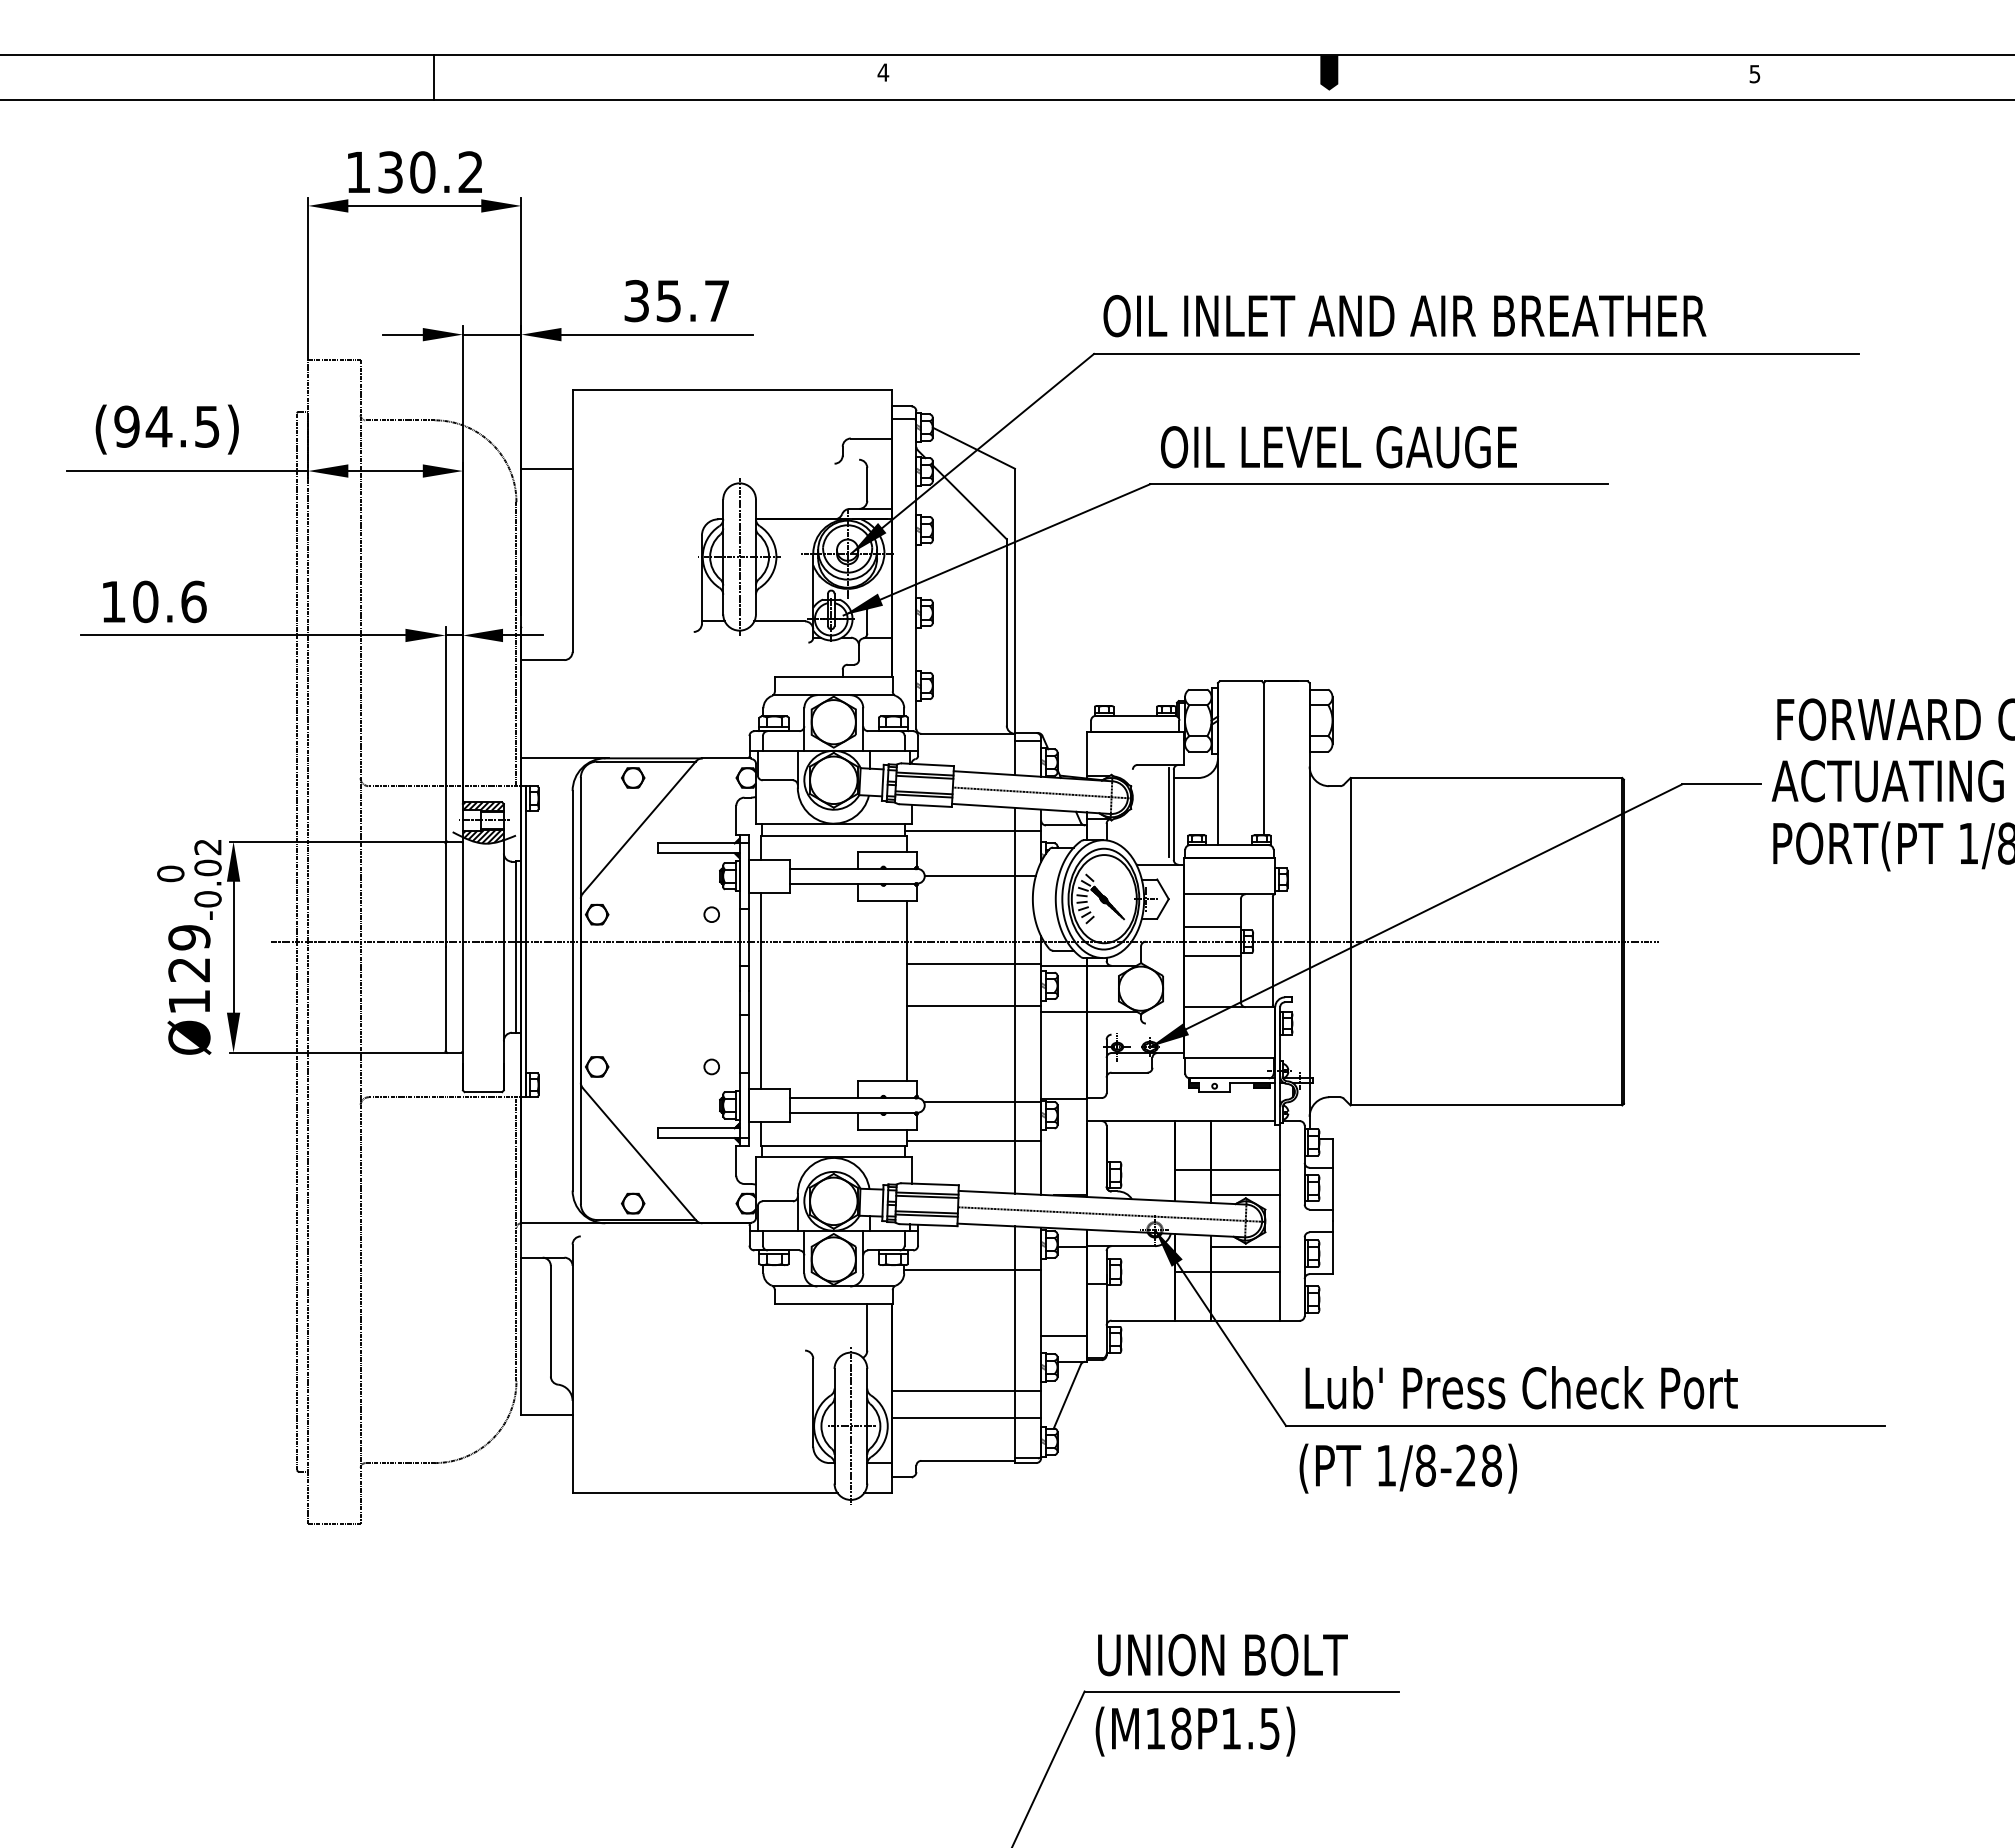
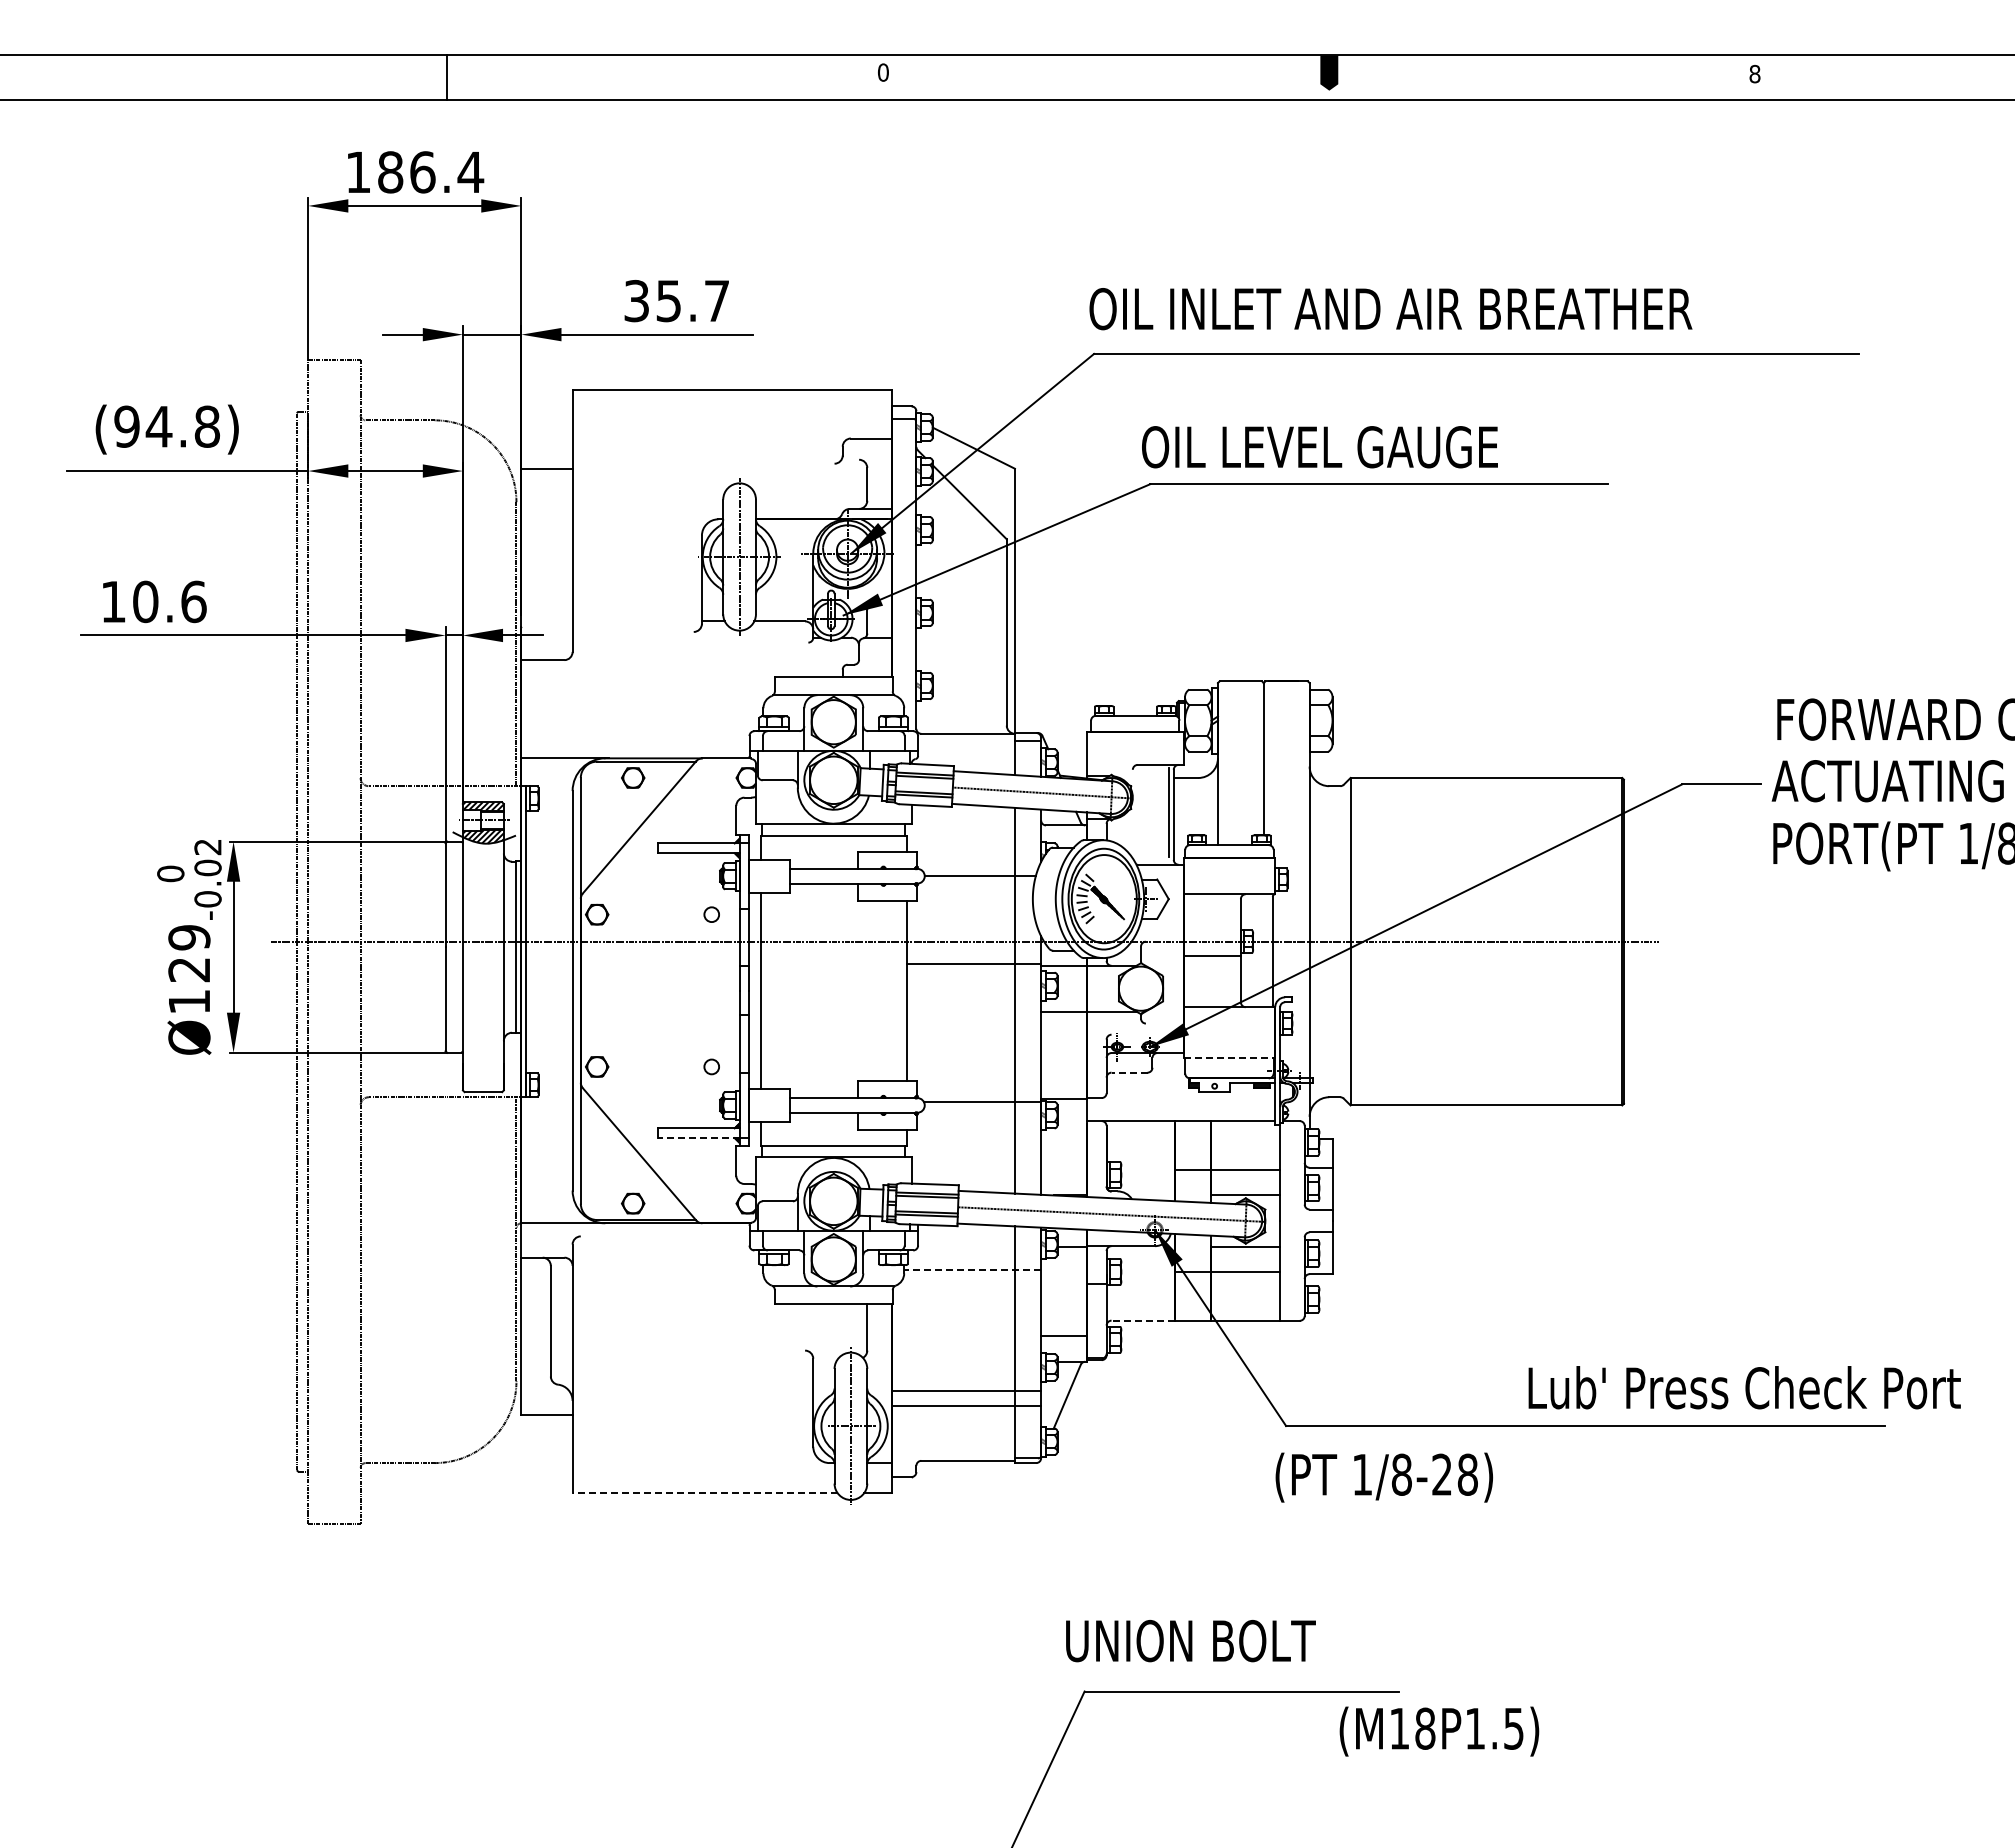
text at (883, 72): 4 -> 0
text at (1754, 73): 5 -> 8
line at (434, 77) position: (434, 77) -> (447, 77)
text at (431, 172): 130.2 -> 186.4
text at (1404, 316) position: (1404, 316) -> (1390, 309)
text at (206, 426): (94.5) -> (94.8)
text at (1338, 447) position: (1338, 447) -> (1319, 447)
line at (973, 831): present -> none
line at (1211, 926): present -> none
line at (973, 1006): present -> none
line at (1229, 1057): solid -> dashed
line at (1129, 1072): solid -> dashed
line at (698, 1138): solid -> dashed
line at (973, 1141): present -> none
line at (972, 1270): solid -> dashed
line at (1143, 1320): solid -> dashed
text at (1521, 1387) position: (1521, 1387) -> (1744, 1387)
line at (966, 1418) position: (966, 1418) -> (966, 1406)
text at (1407, 1468) position: (1407, 1468) -> (1383, 1477)
line at (705, 1493): solid -> dashed
text at (1222, 1655) position: (1222, 1655) -> (1190, 1641)
text at (1195, 1731) position: (1195, 1731) -> (1439, 1731)
